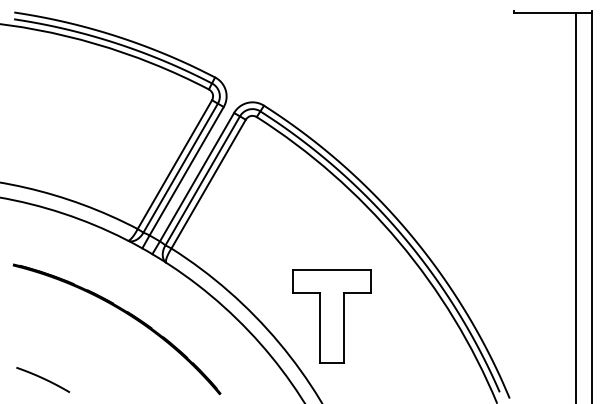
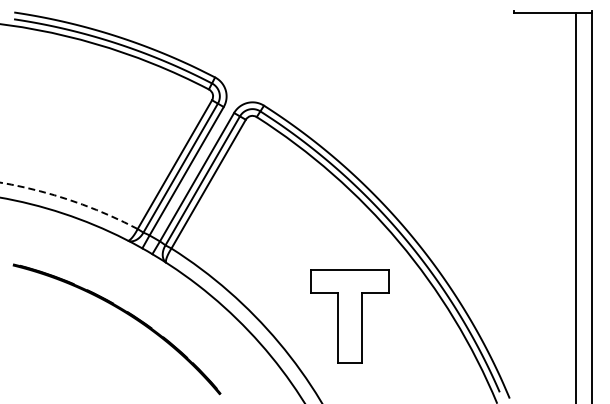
arc at (71, 200): solid -> dashed
part at (331, 316) position: (331, 316) -> (349, 316)
curve at (43, 379): present -> none
